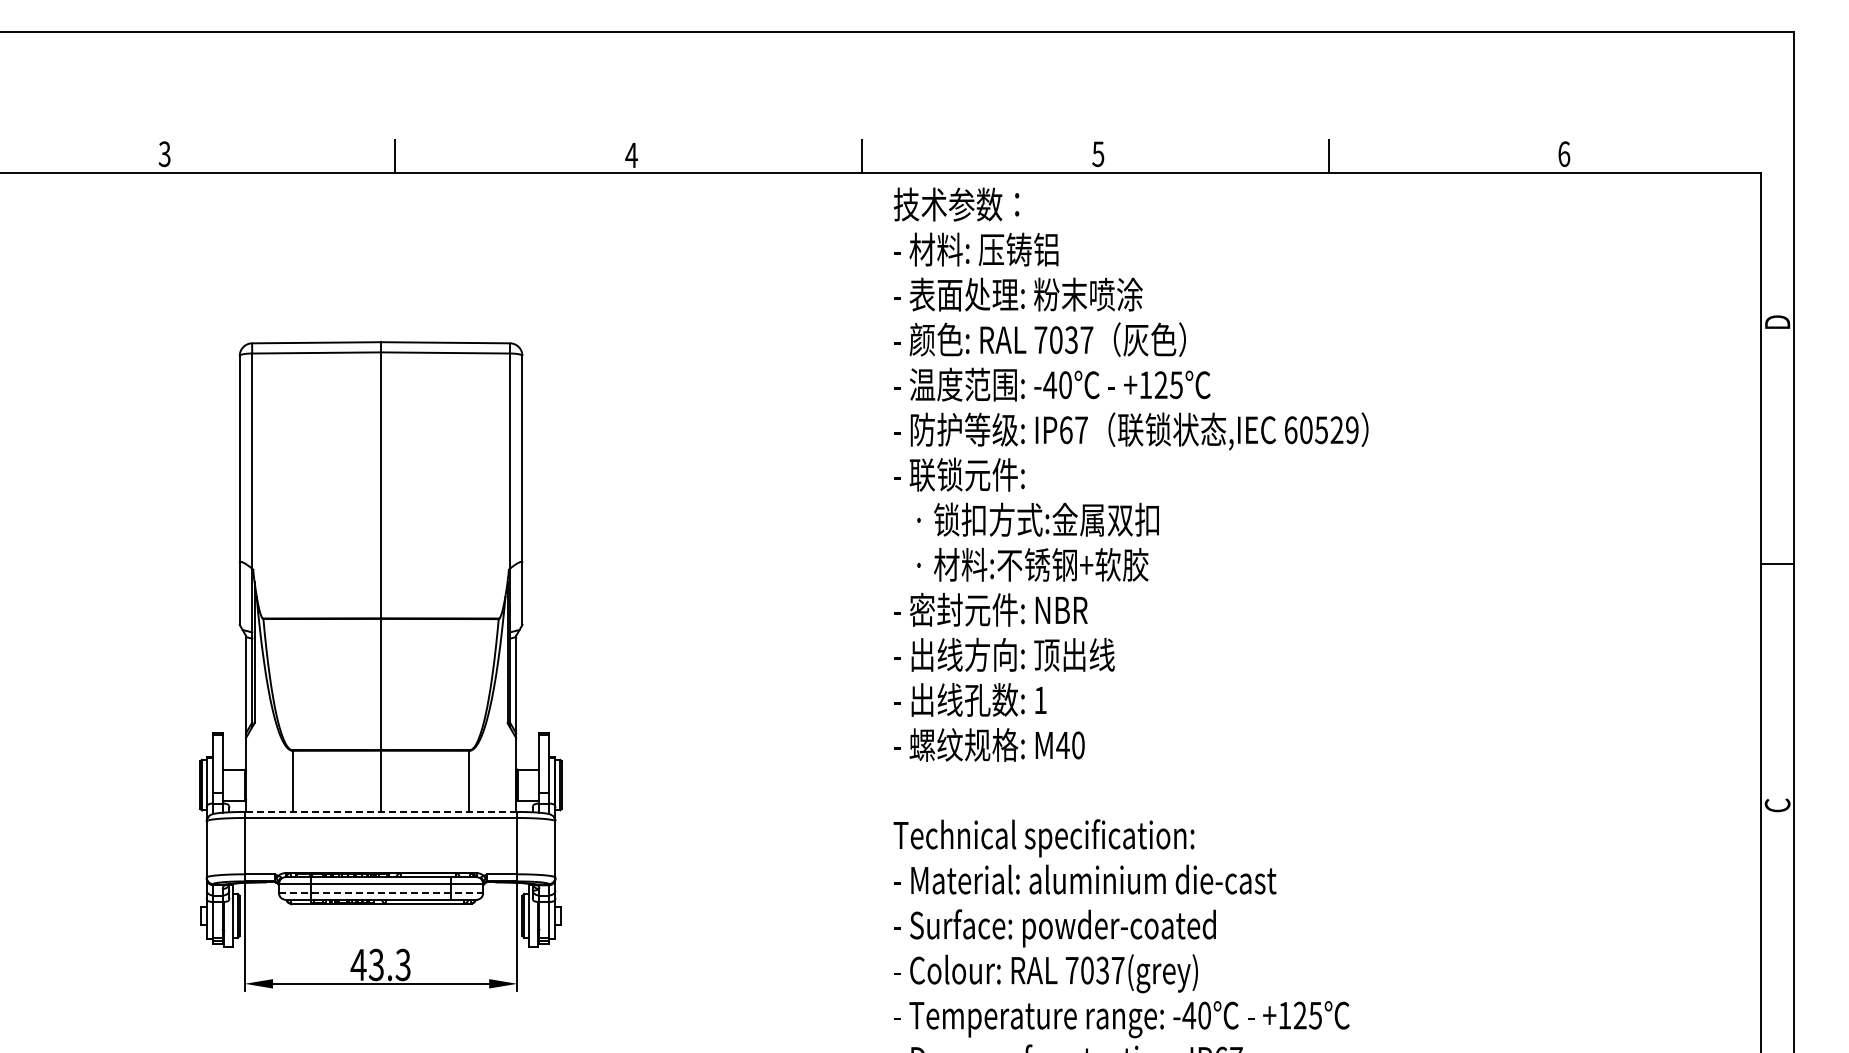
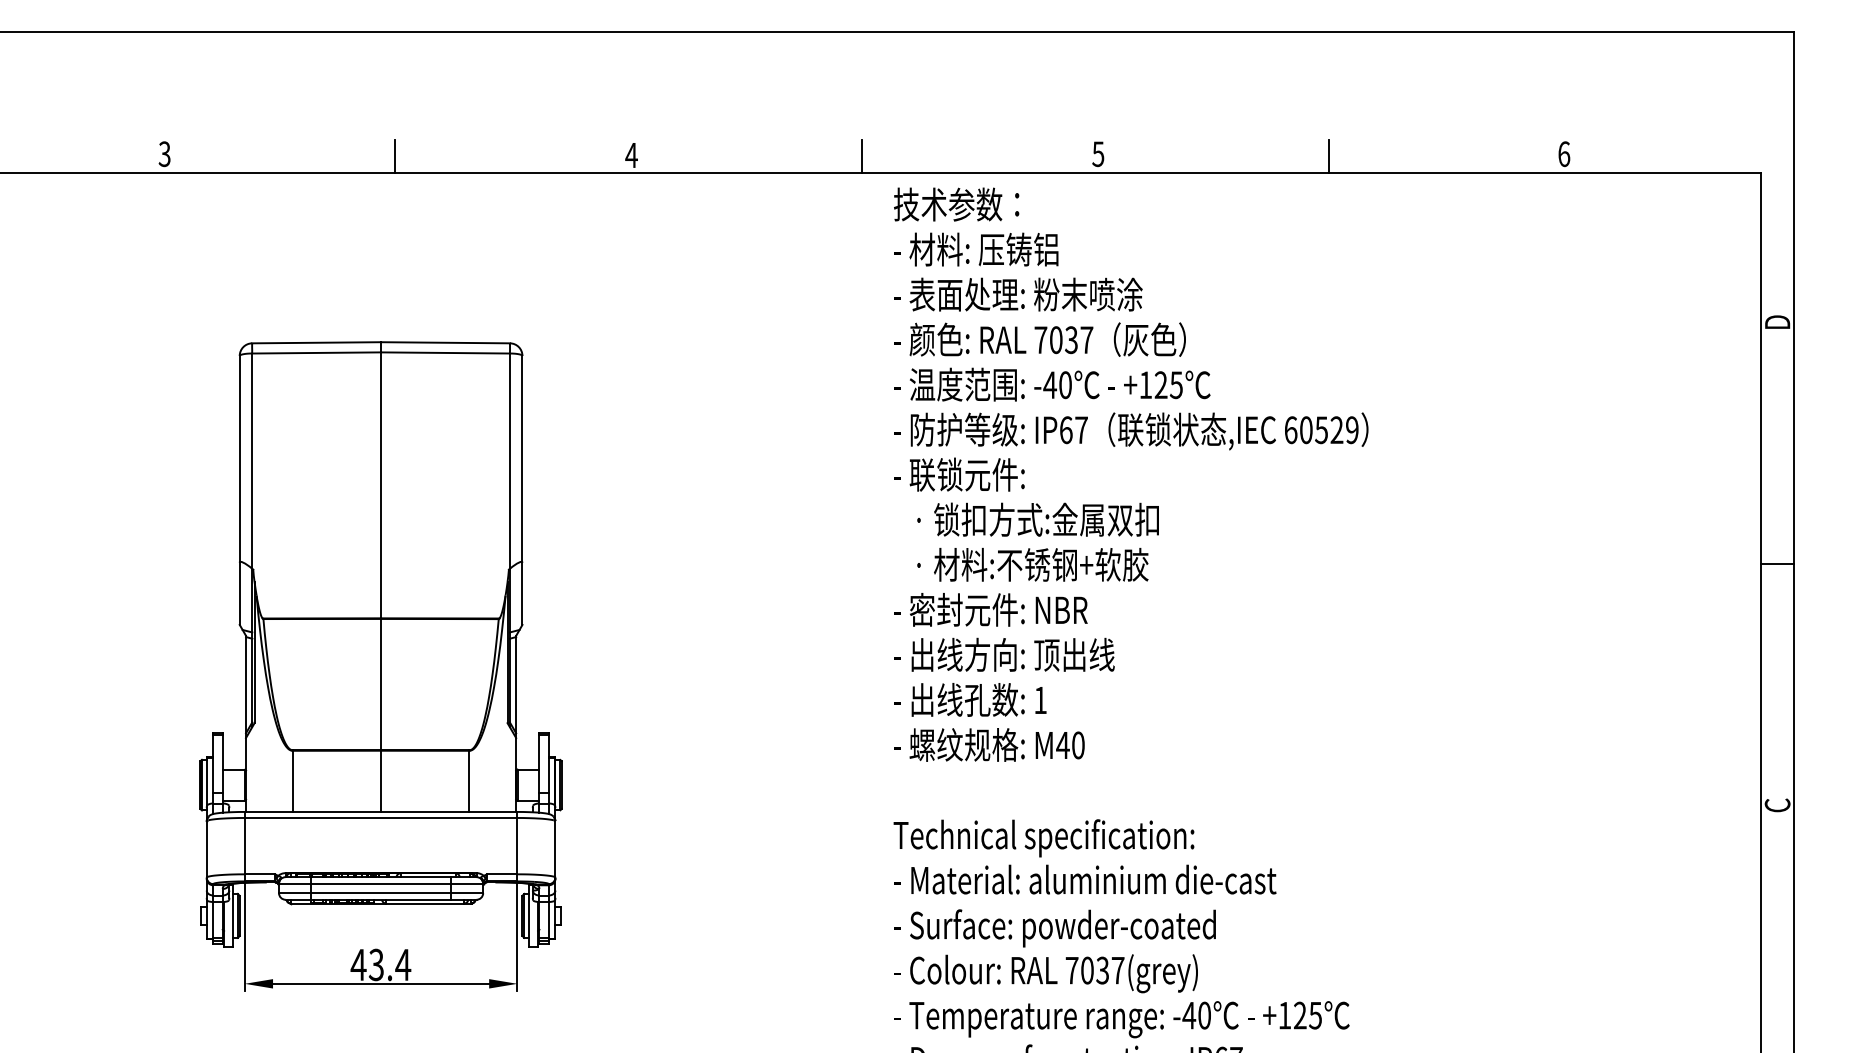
line at (380, 811): dashed -> solid
line at (381, 893): dashed -> solid
text at (403, 964): 43.3 -> 43.4
